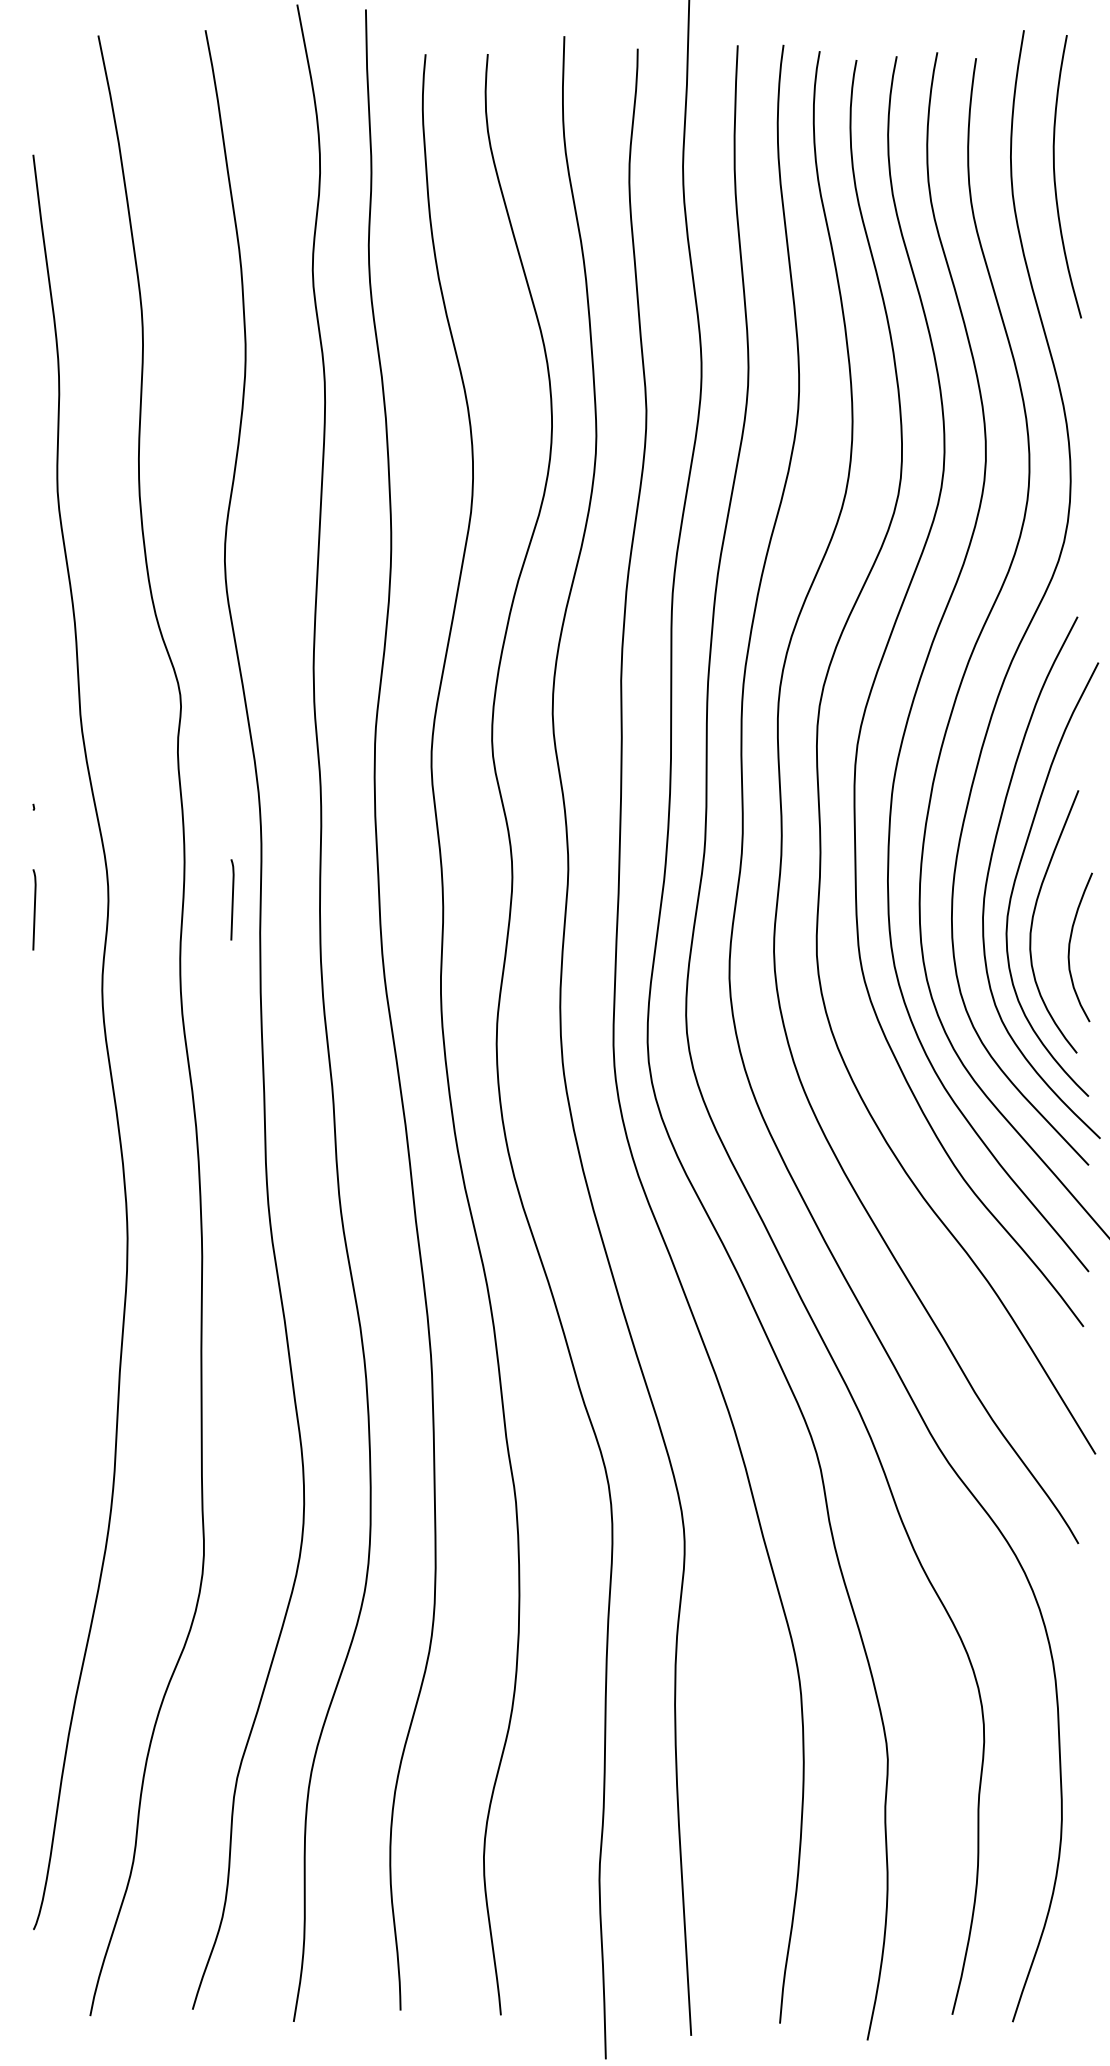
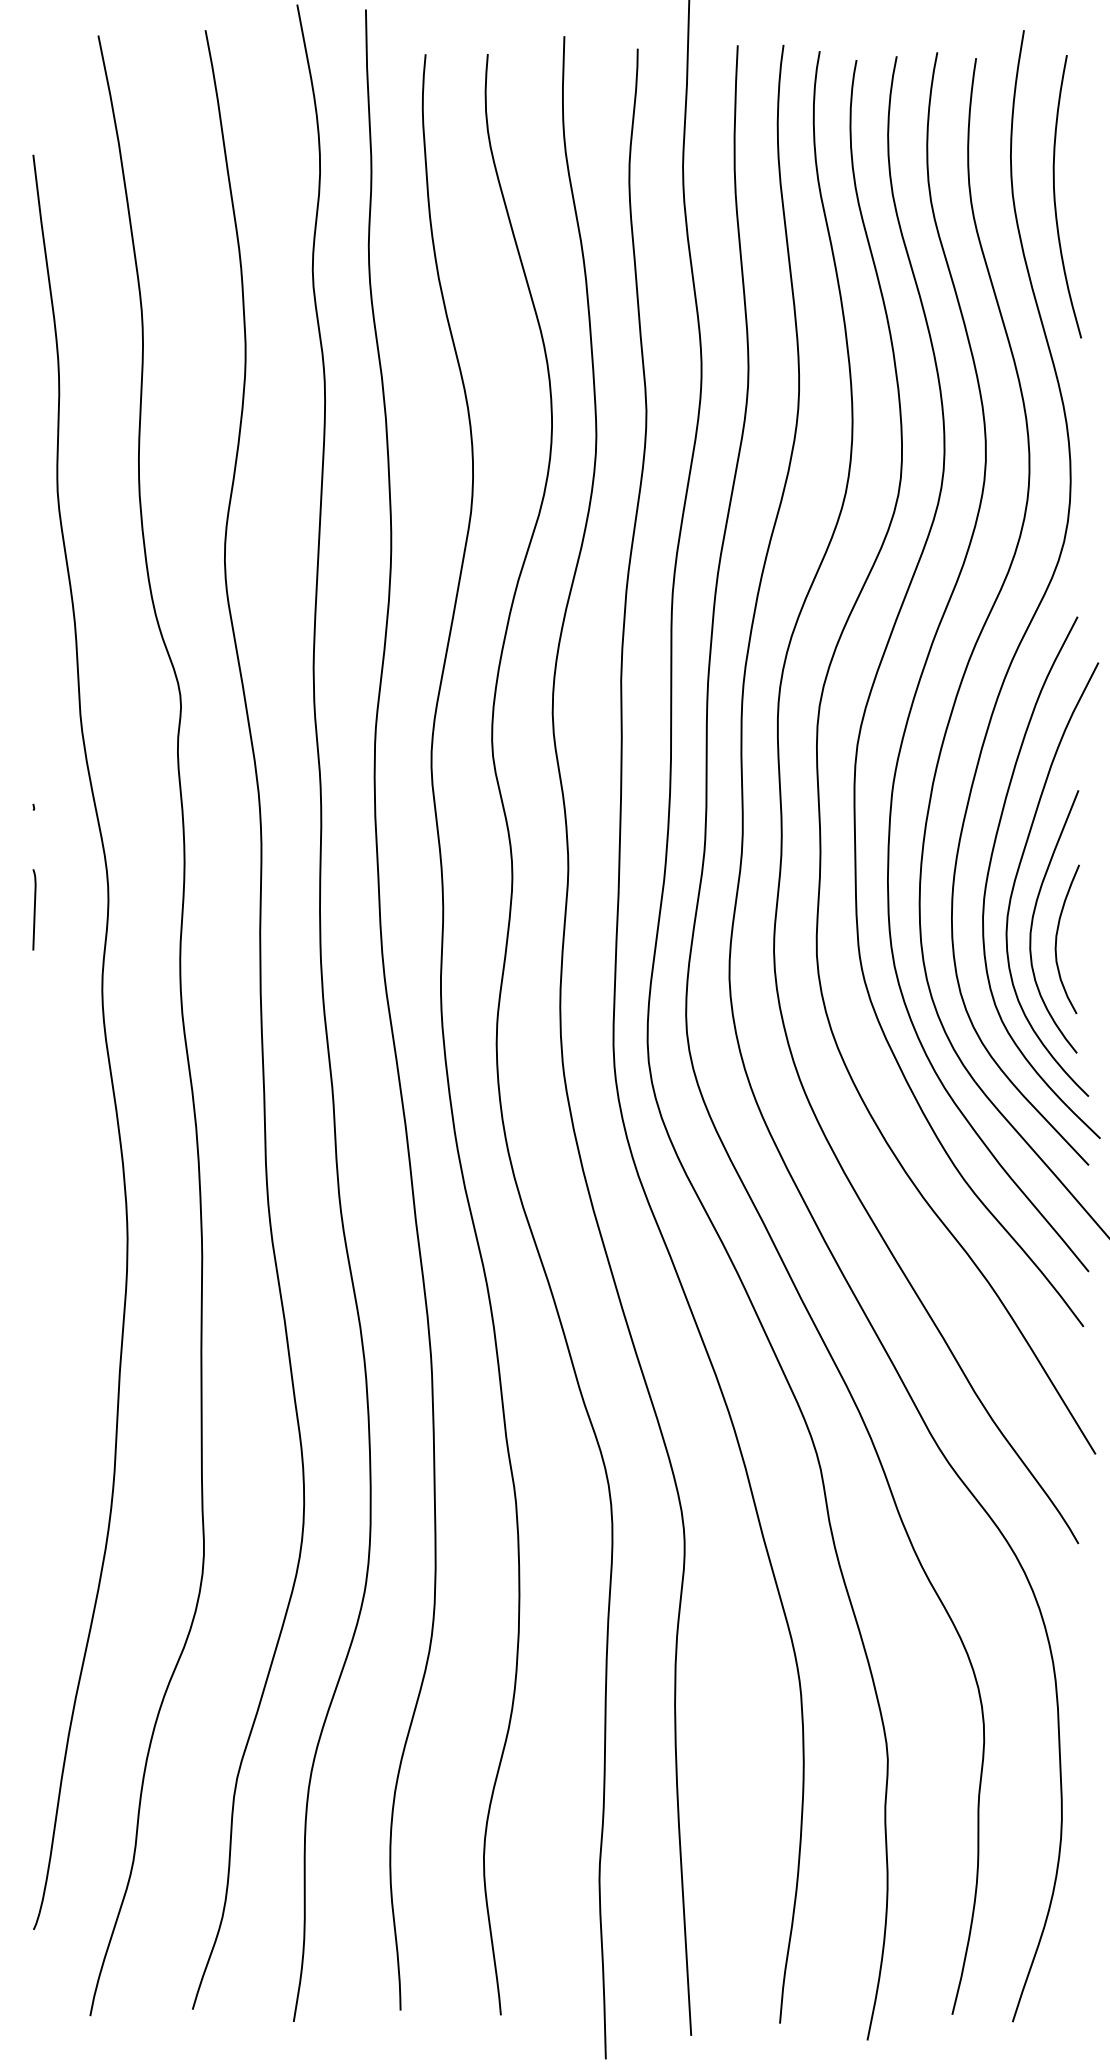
curve at (1055, 176) position: (1055, 176) -> (1055, 196)
line at (232, 899): present -> none
curve at (1070, 947) position: (1070, 947) -> (1057, 939)
